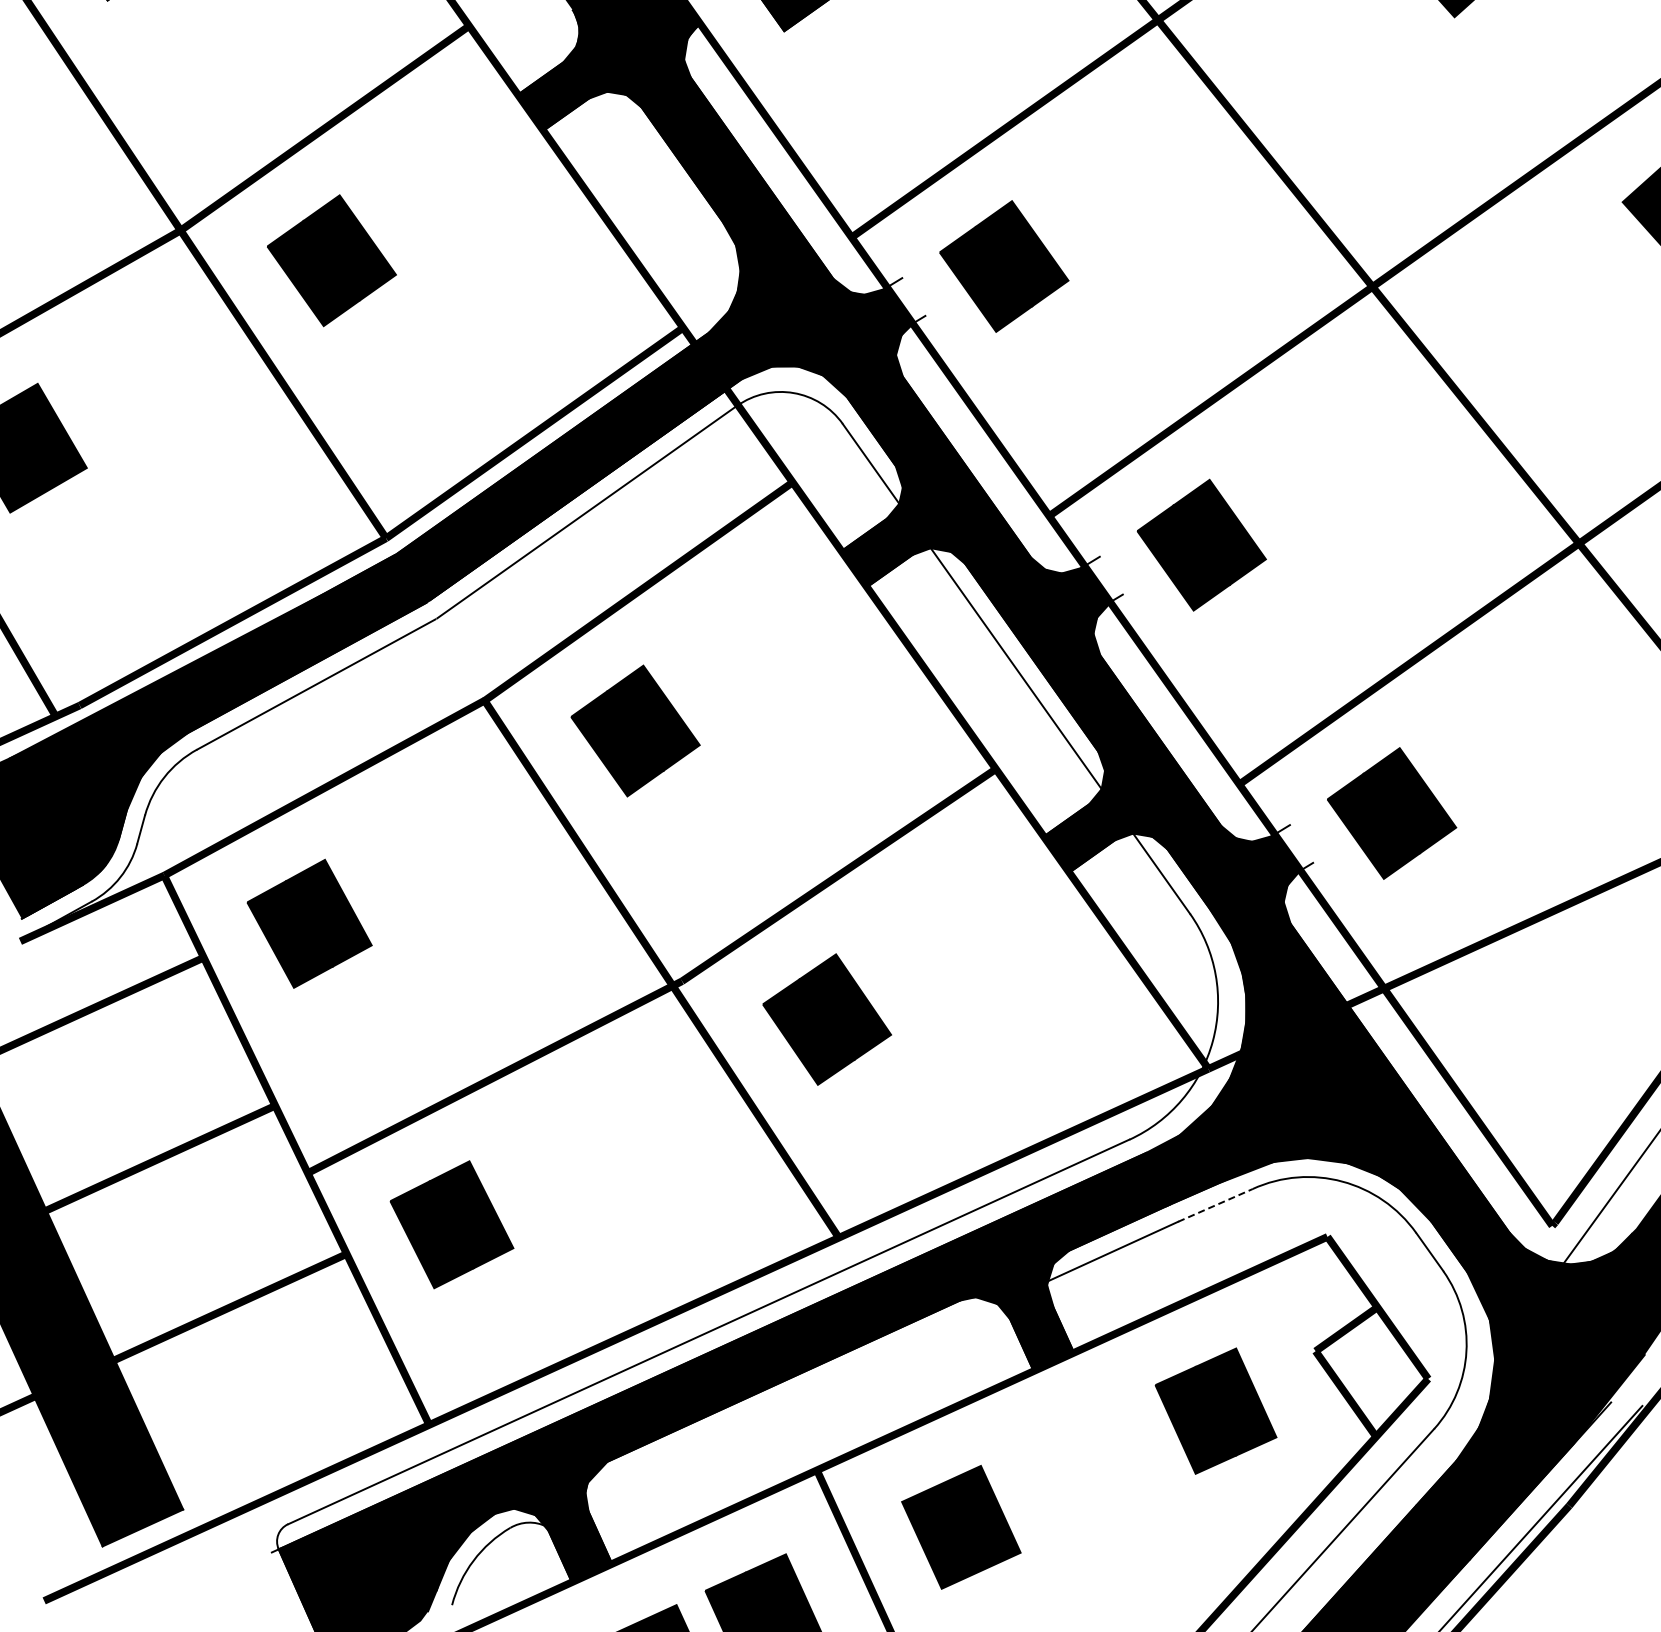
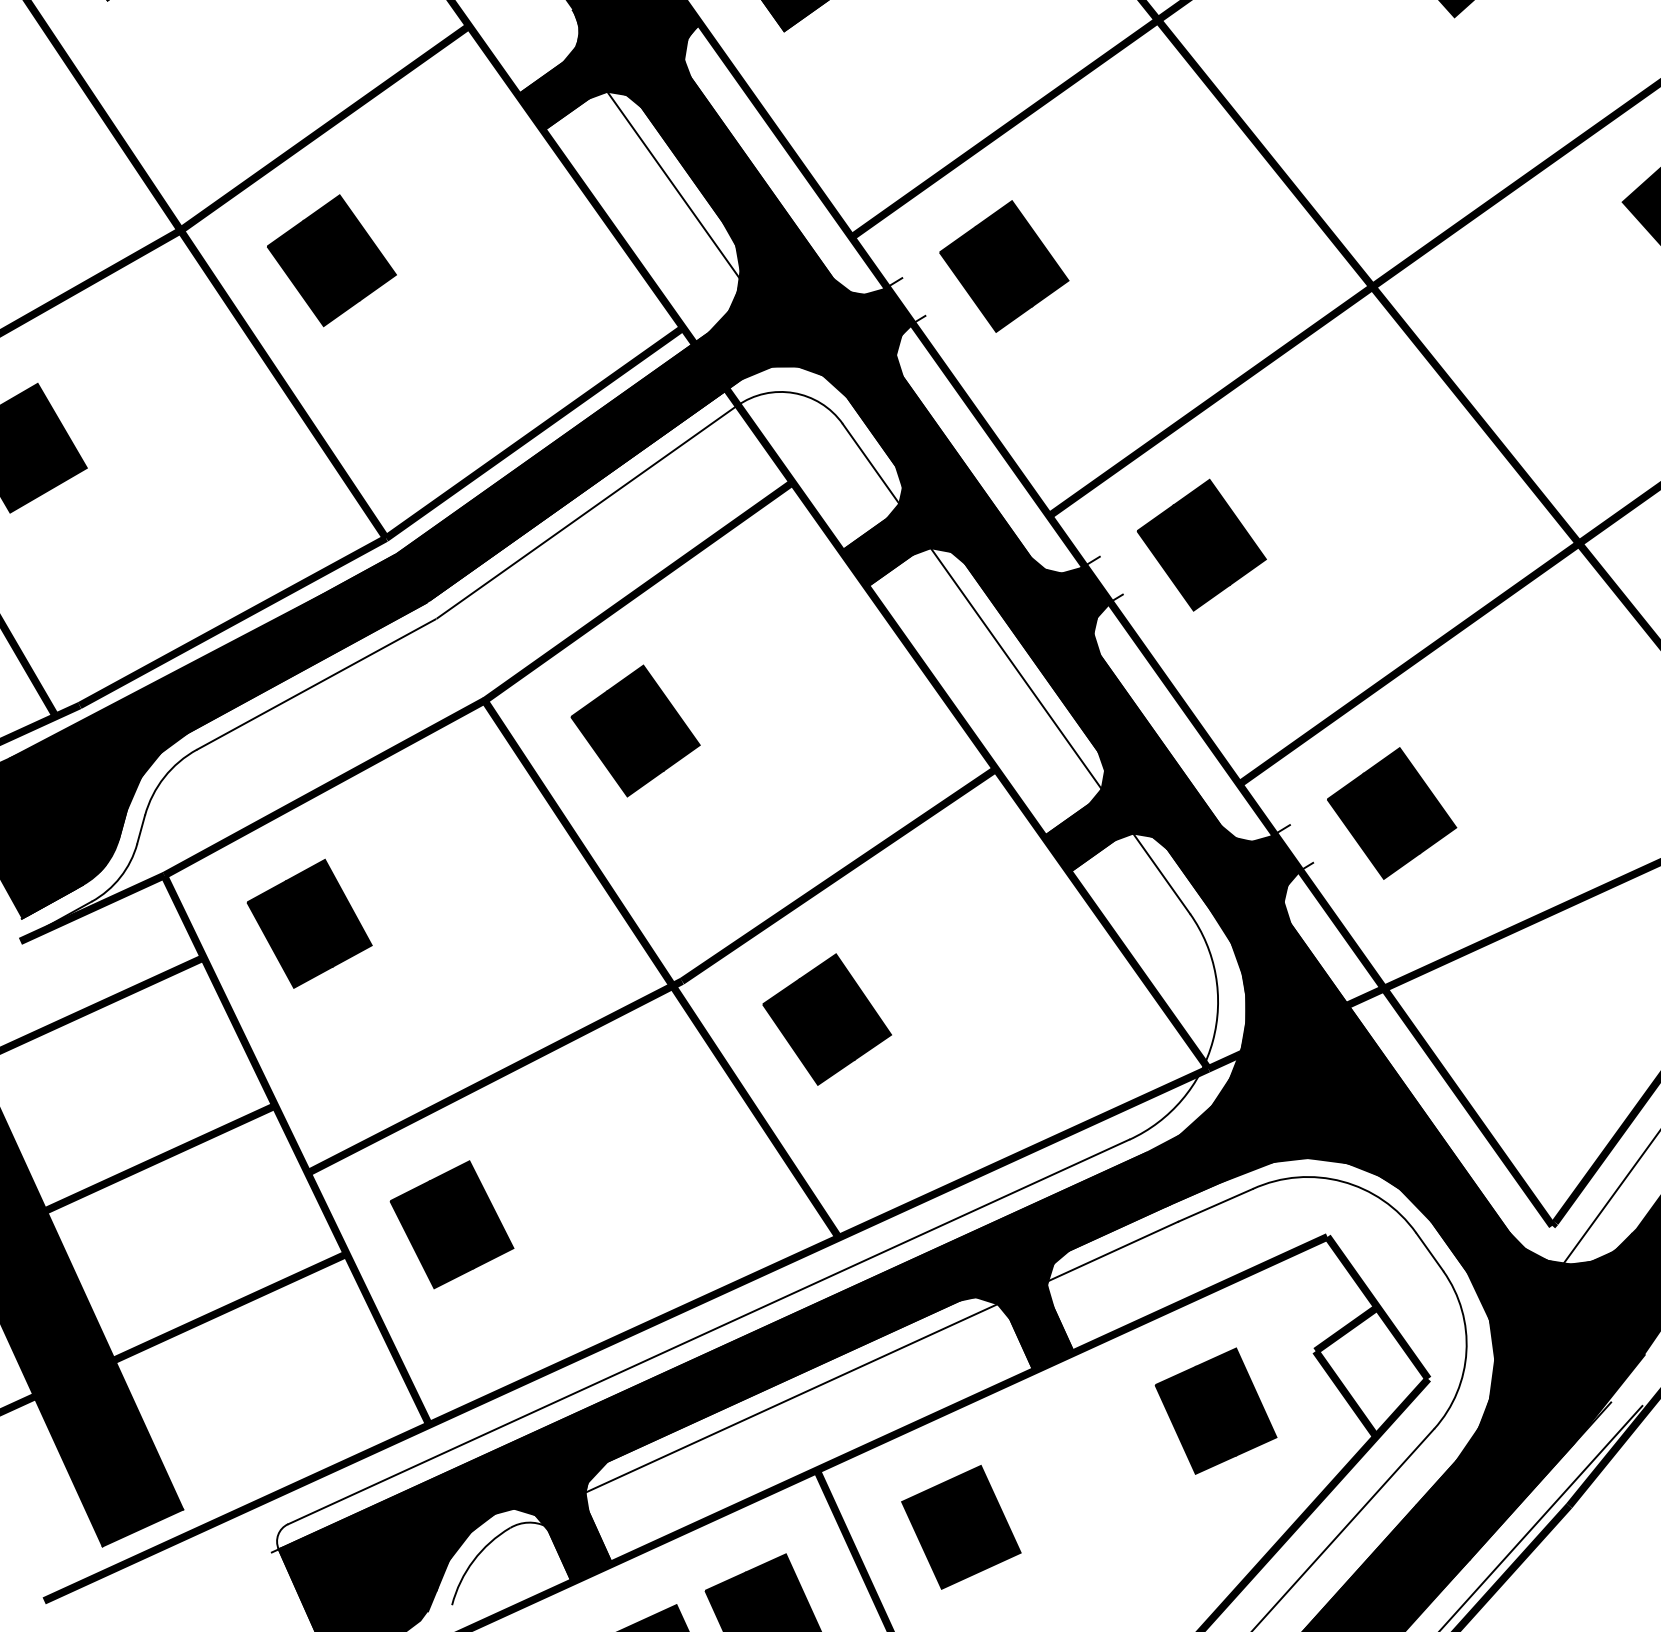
line at (673, 185): none -> present
line at (1215, 1205): dashed -> solid
line at (791, 1398): none -> present
